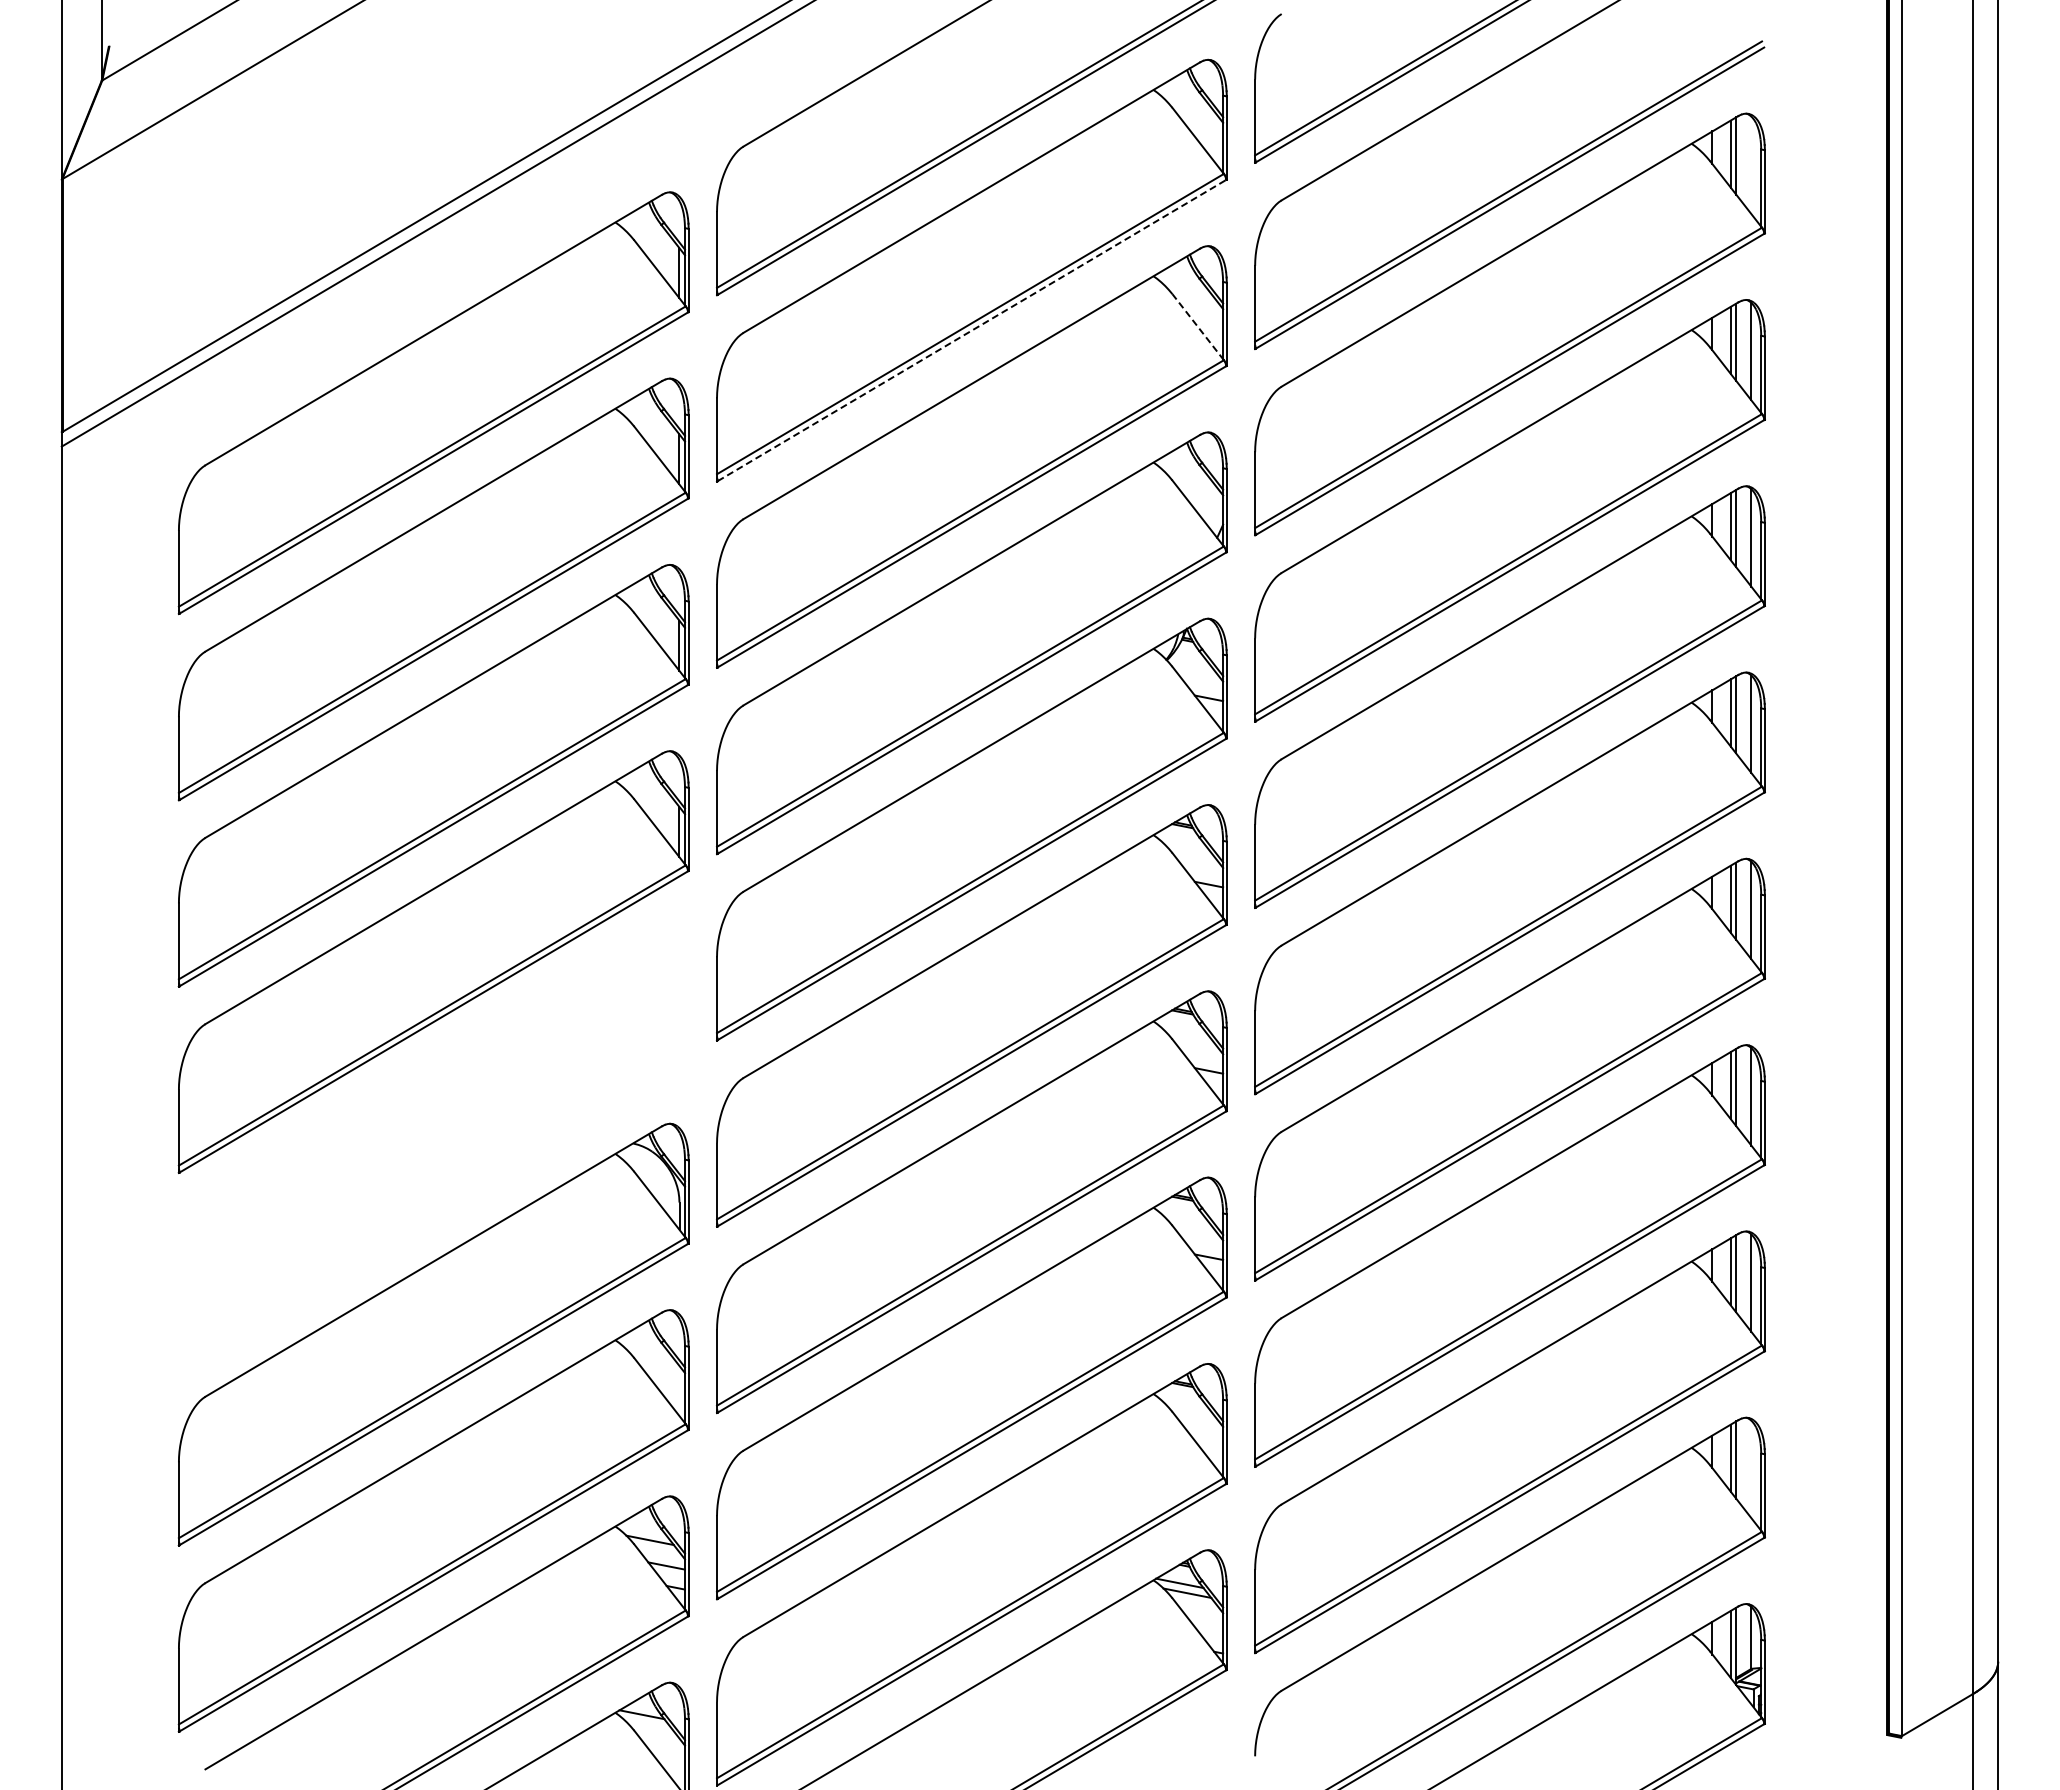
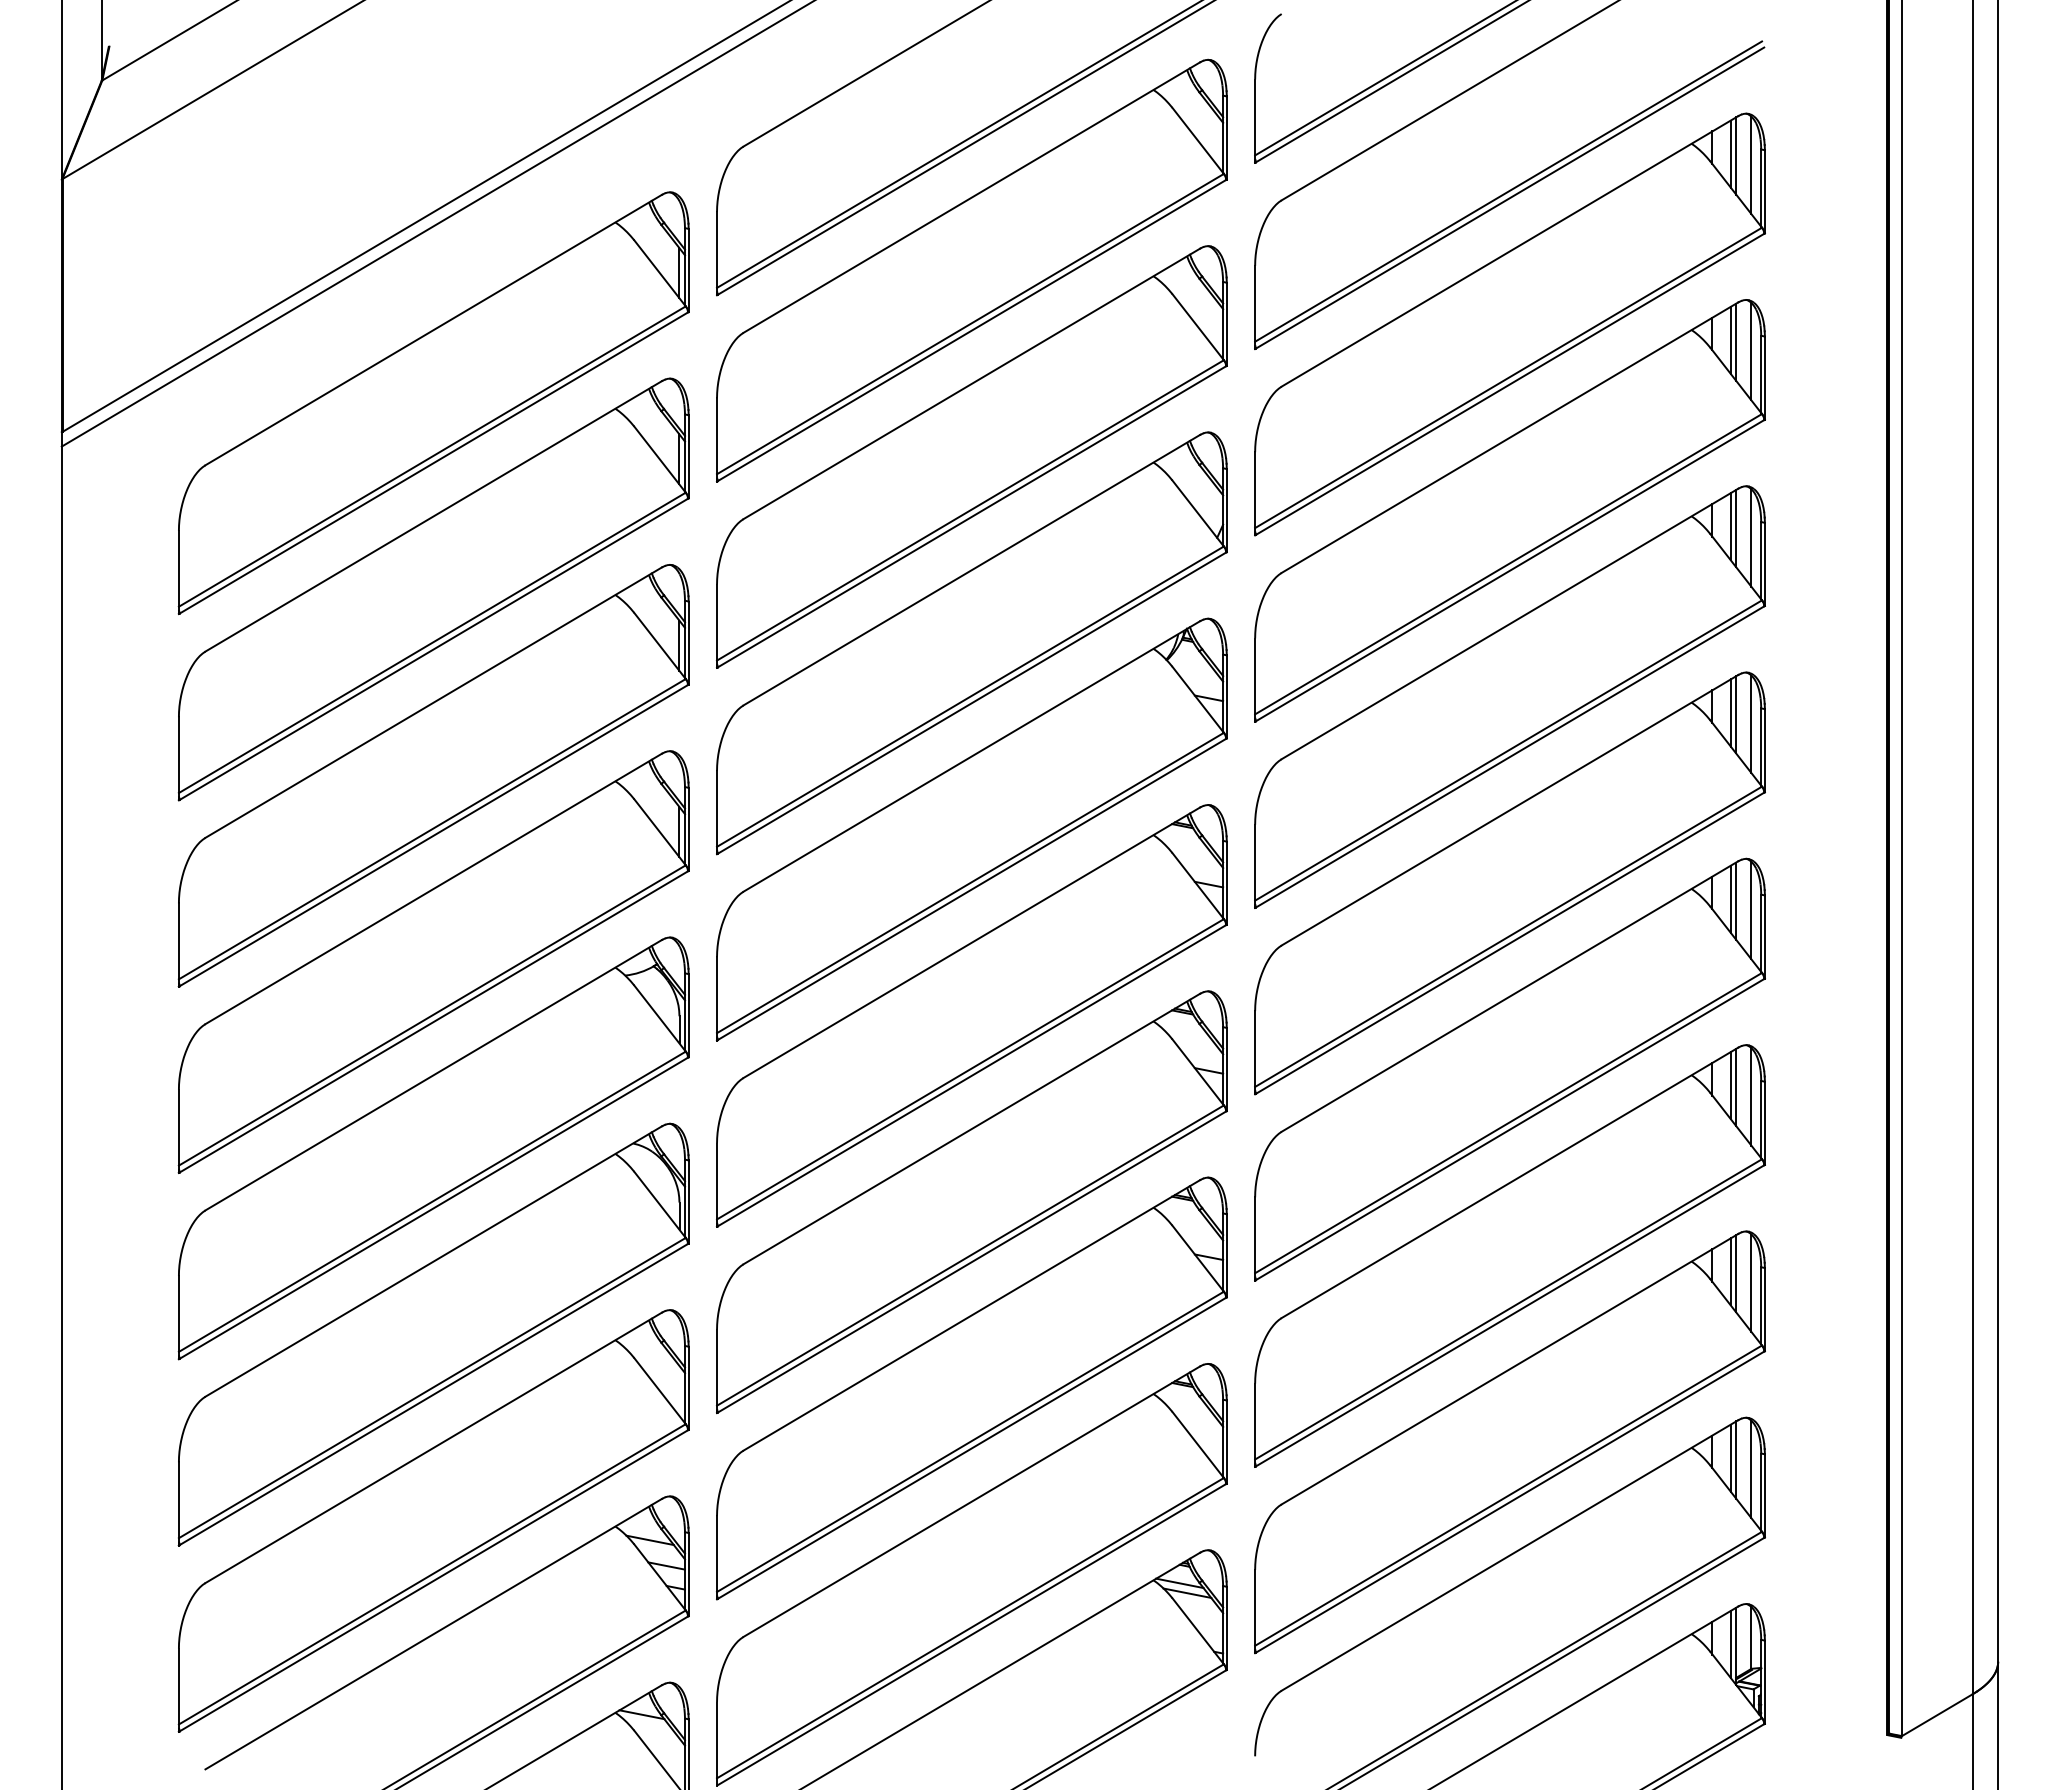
line at (1751, 165): none -> present
line at (1198, 327): dashed -> solid
line at (972, 330): dashed -> solid
part at (433, 1148): none -> present
line at (1751, 1469): none -> present
